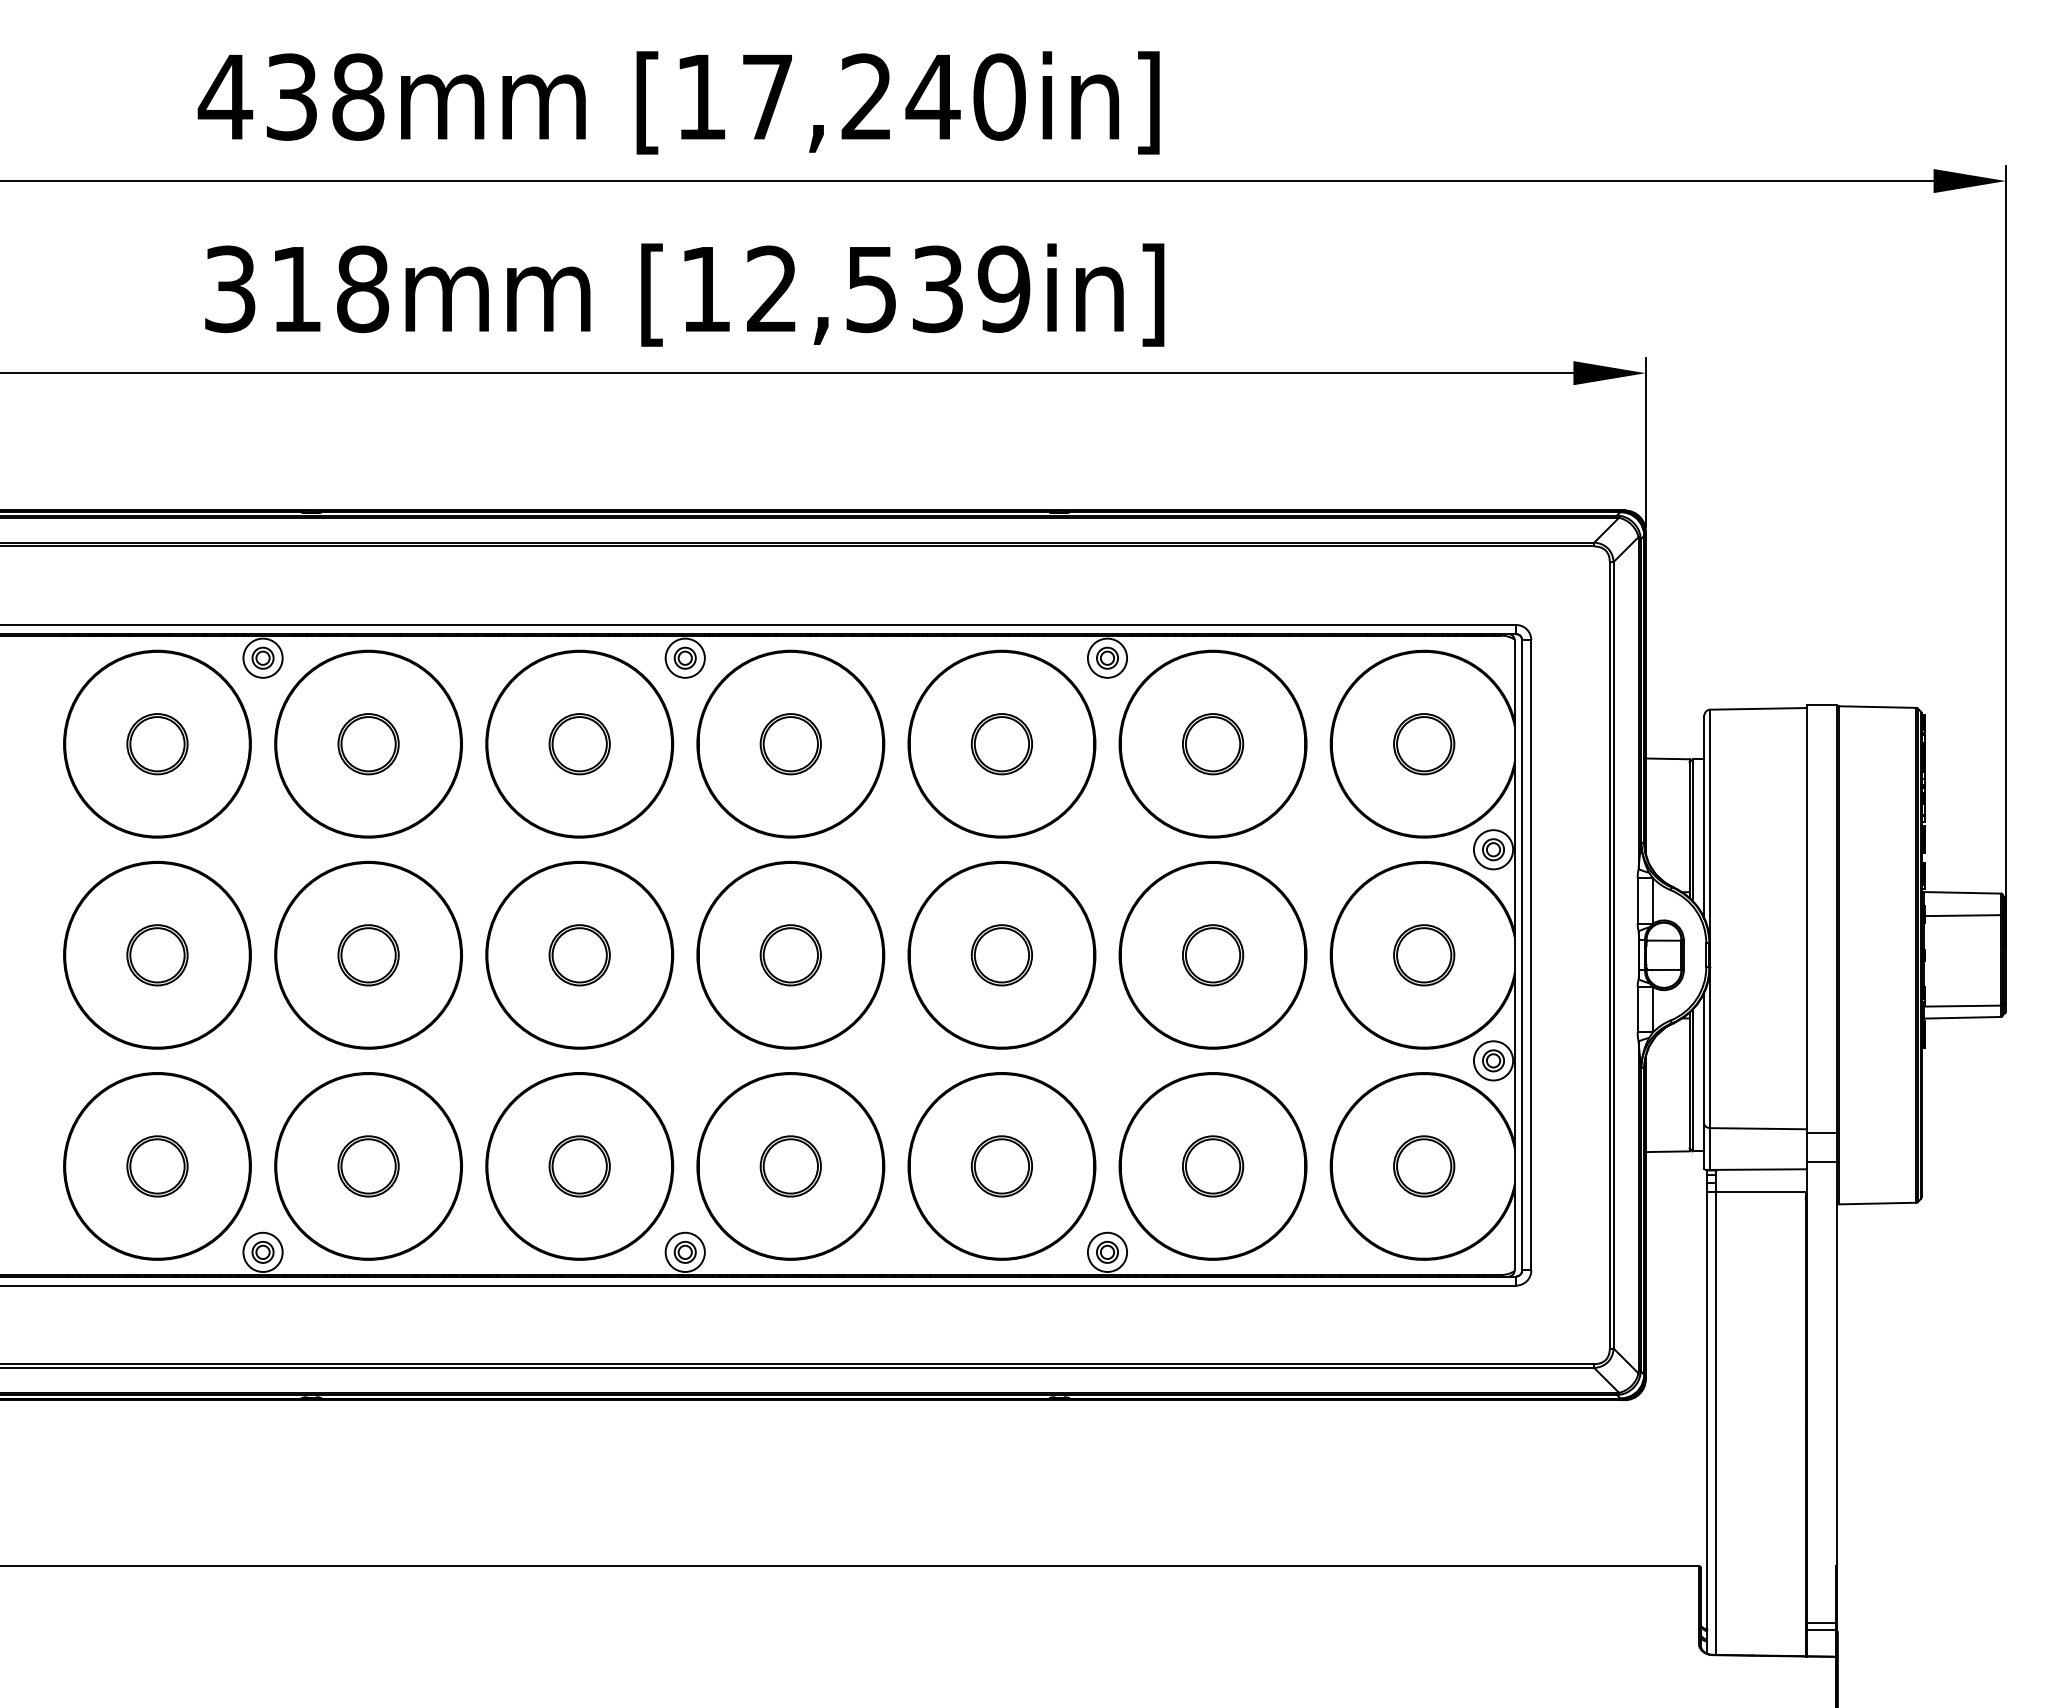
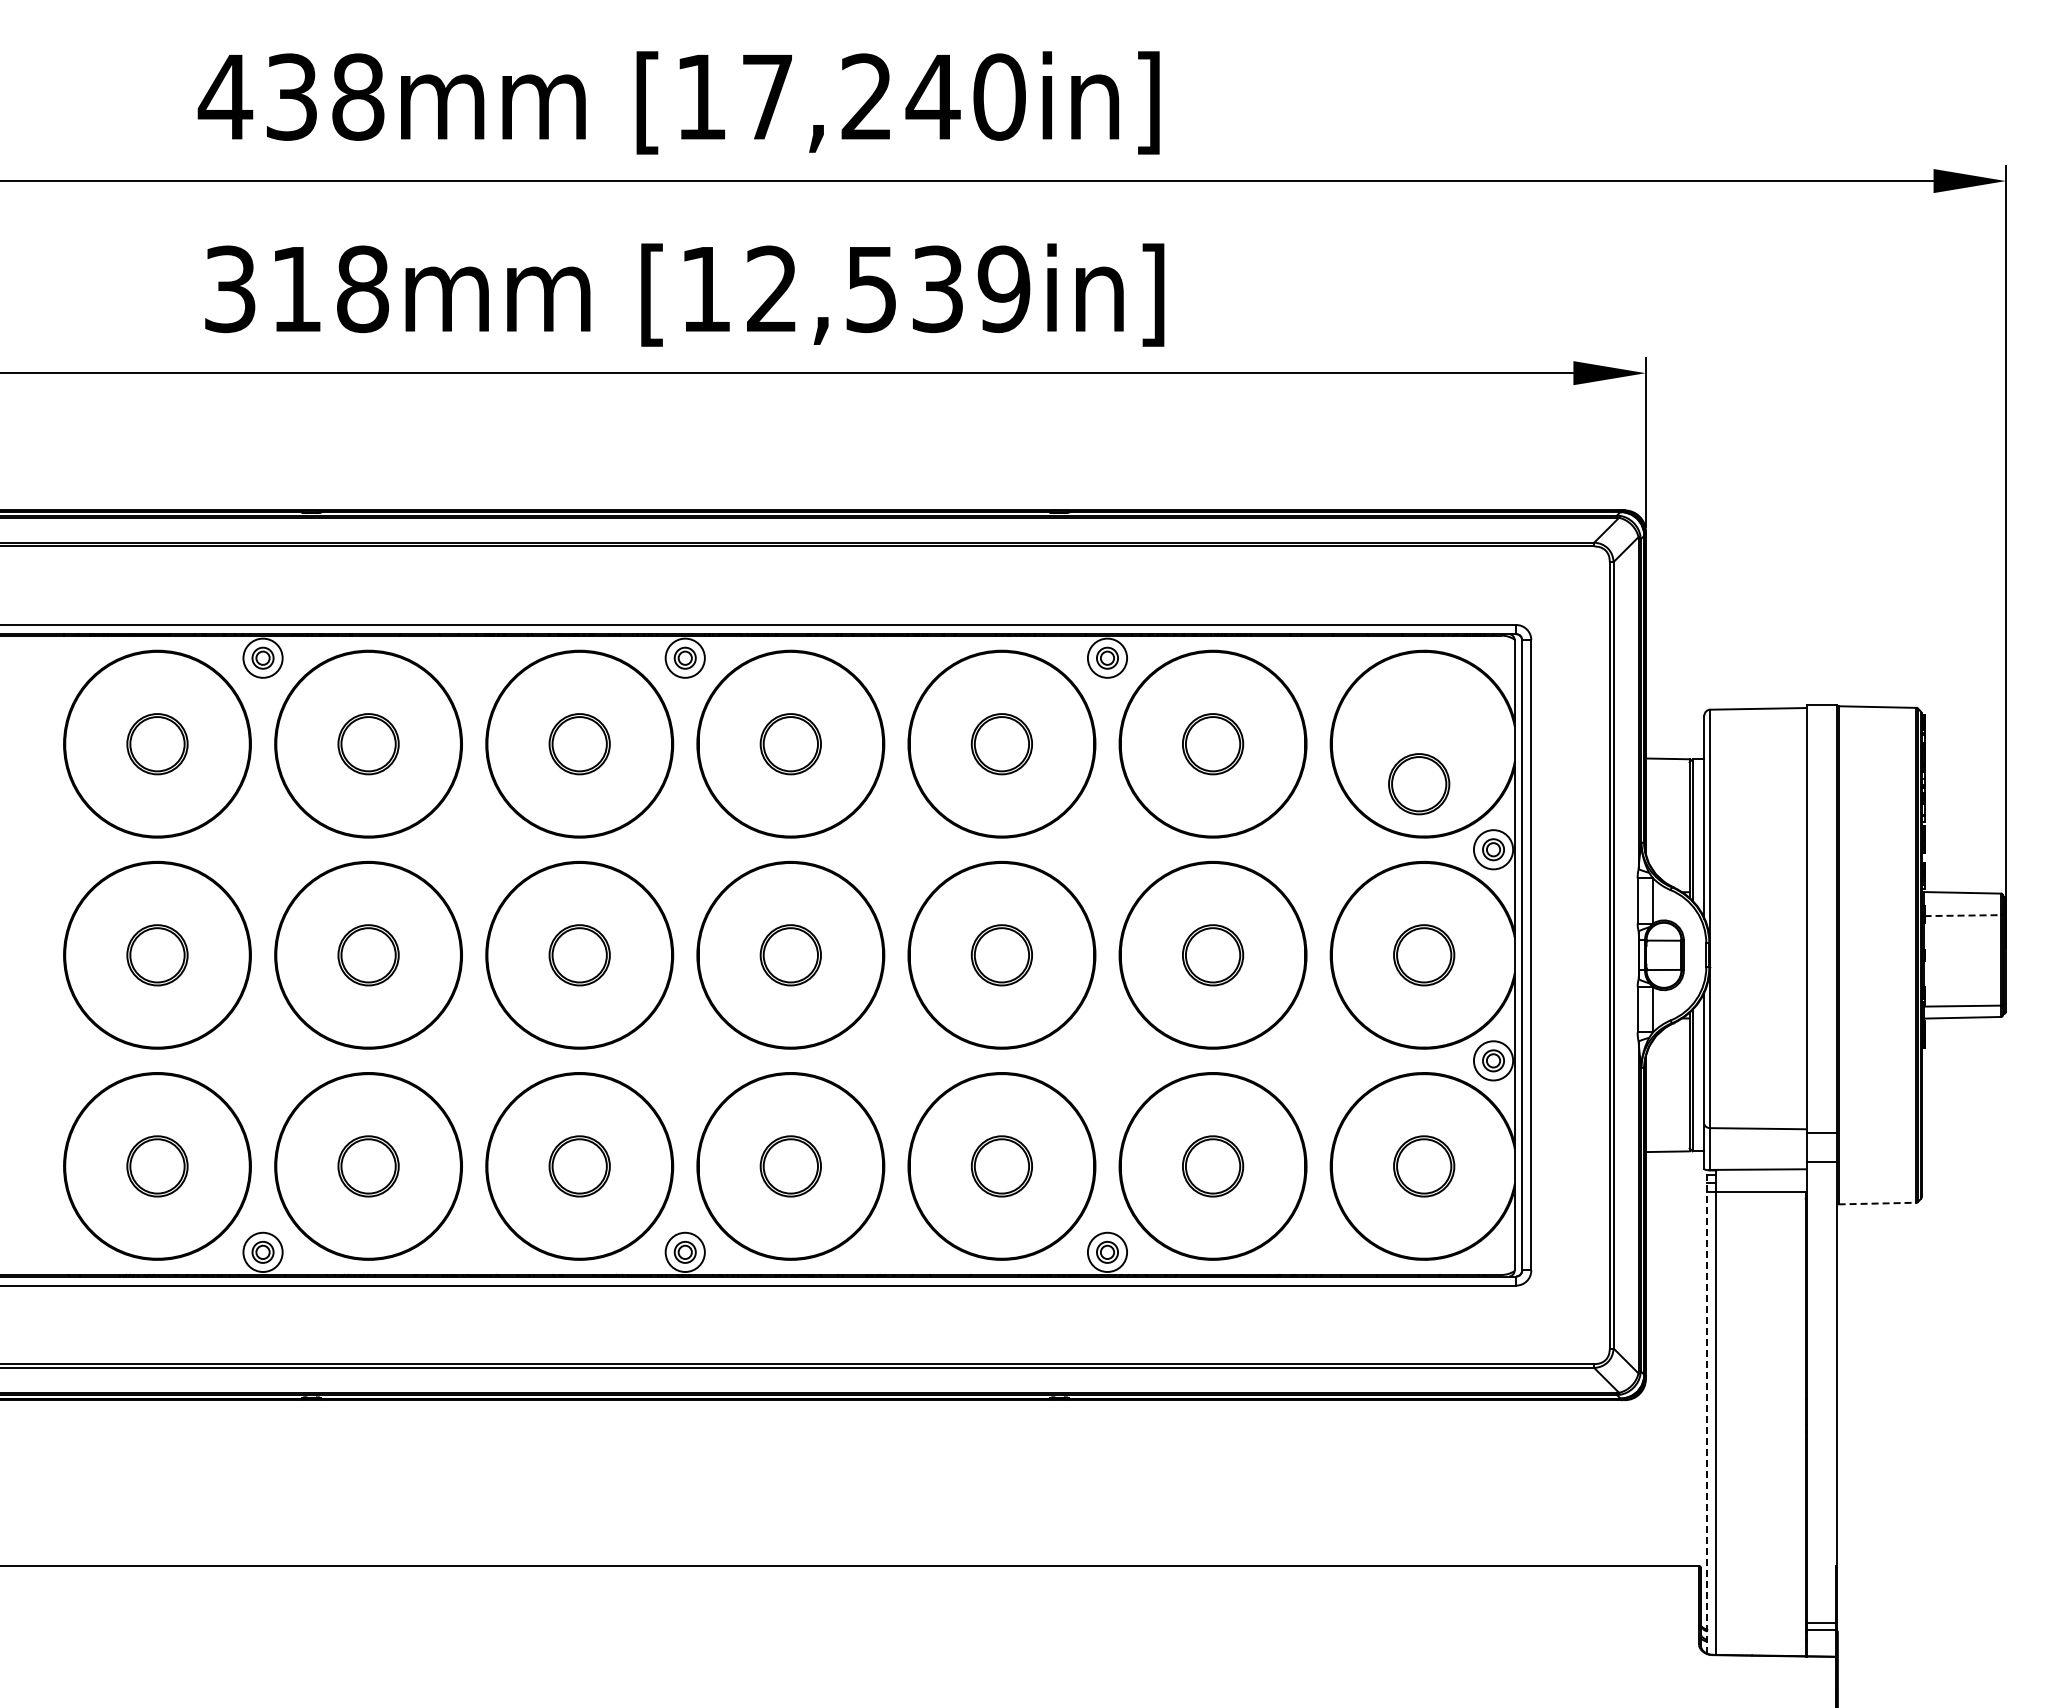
part at (1424, 744) position: (1424, 744) -> (1419, 784)
line at (1963, 915): solid -> dashed
line at (1877, 1203): solid -> dashed
line at (1707, 1411): solid -> dashed
